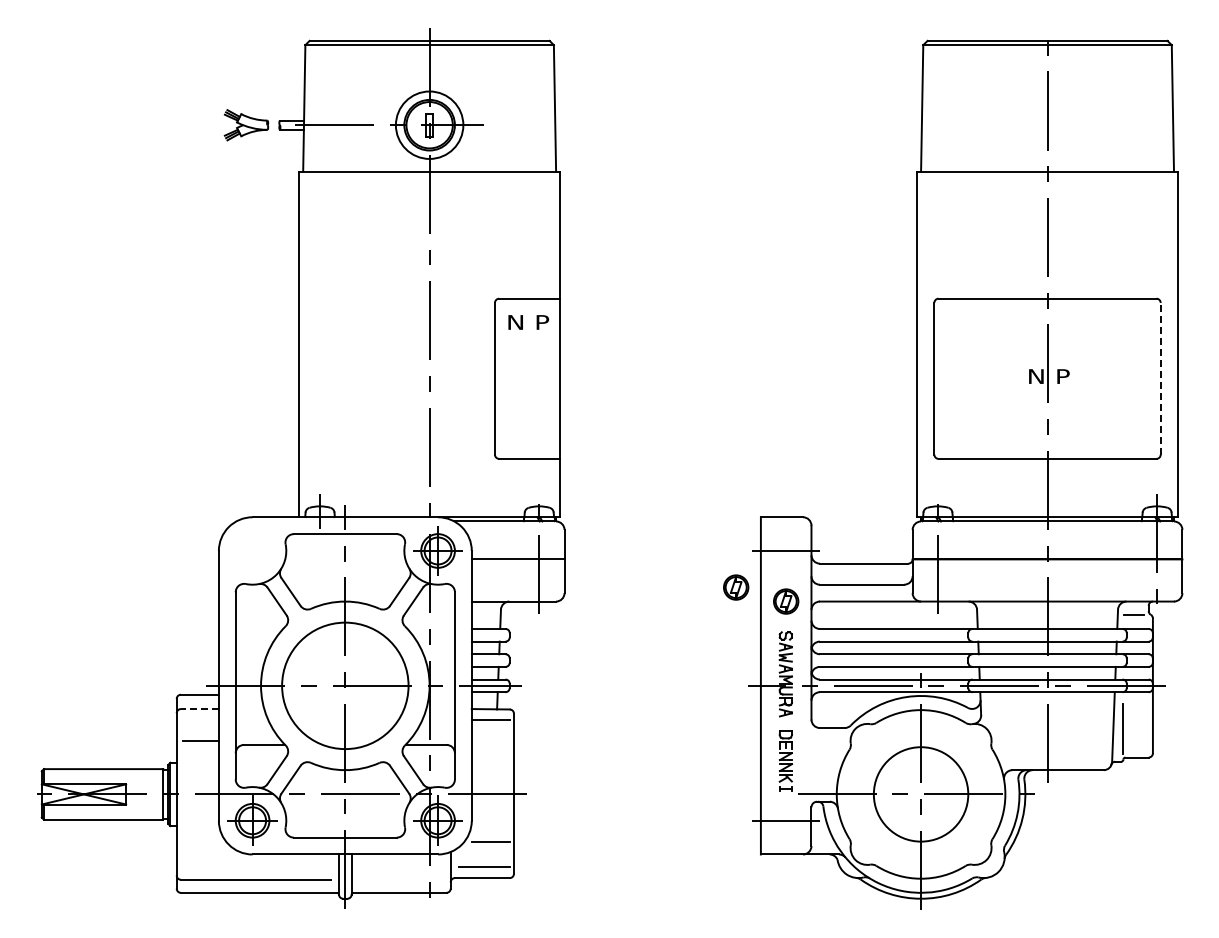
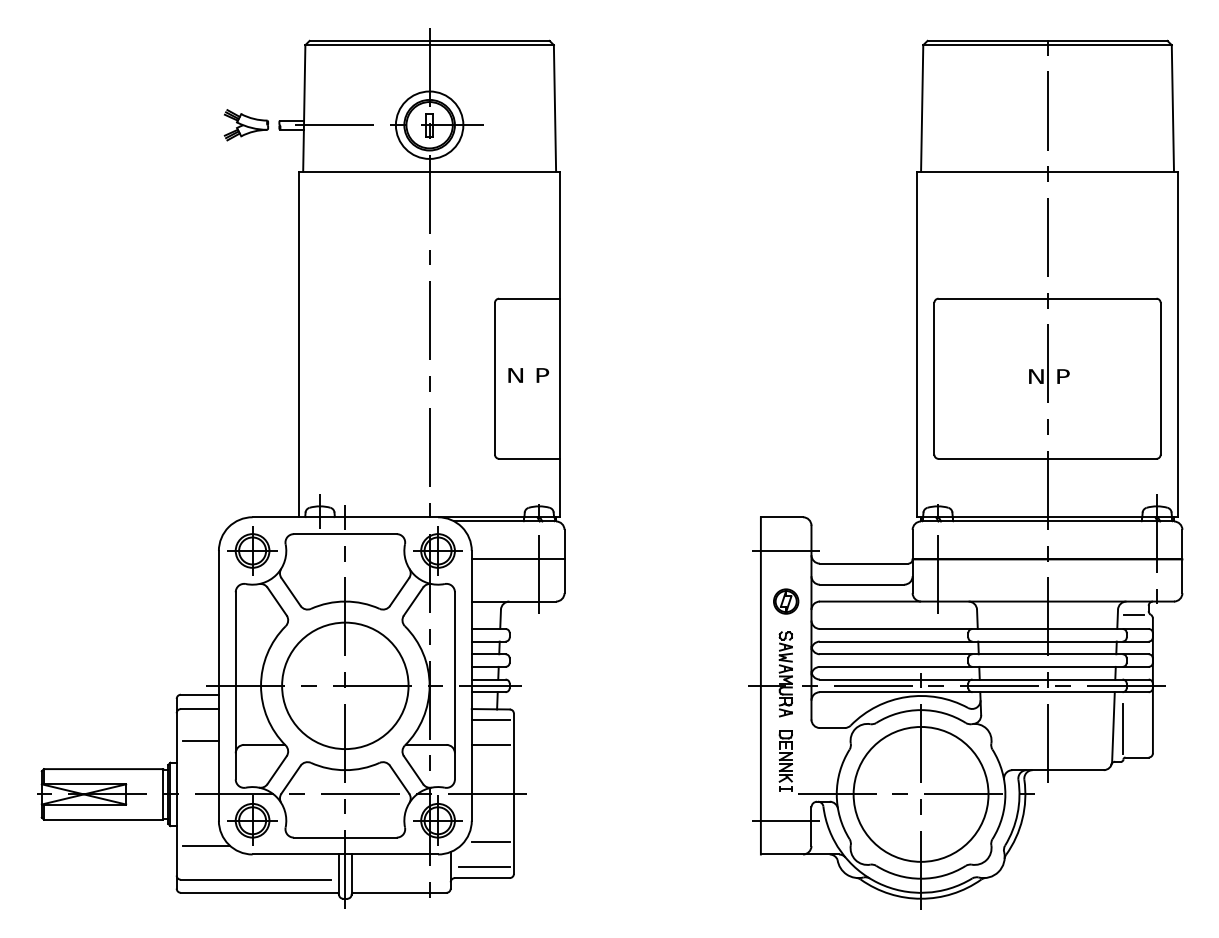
text at (528, 322) position: (528, 322) -> (528, 375)
line at (1160, 378): dashed -> solid
part at (252, 550): none -> present
part at (736, 587): present -> none
line at (199, 709): dashed -> solid
line at (490, 744): none -> present
circle at (920, 794) diameter: 94 px -> 135 px
line at (206, 846): none -> present
